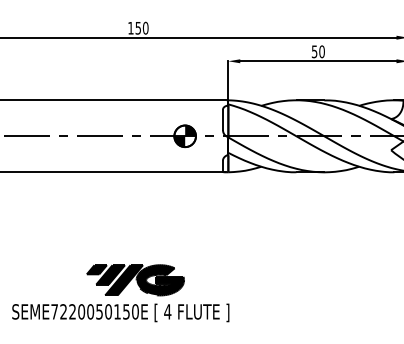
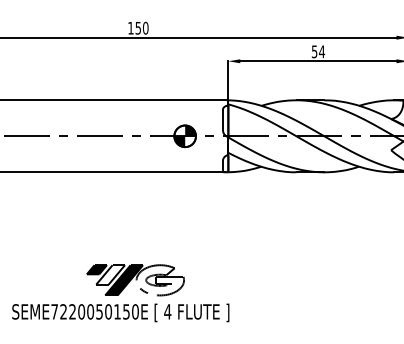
text at (322, 51): 50 -> 54
fill at (110, 274): present -> none
fill at (160, 280): present -> none
